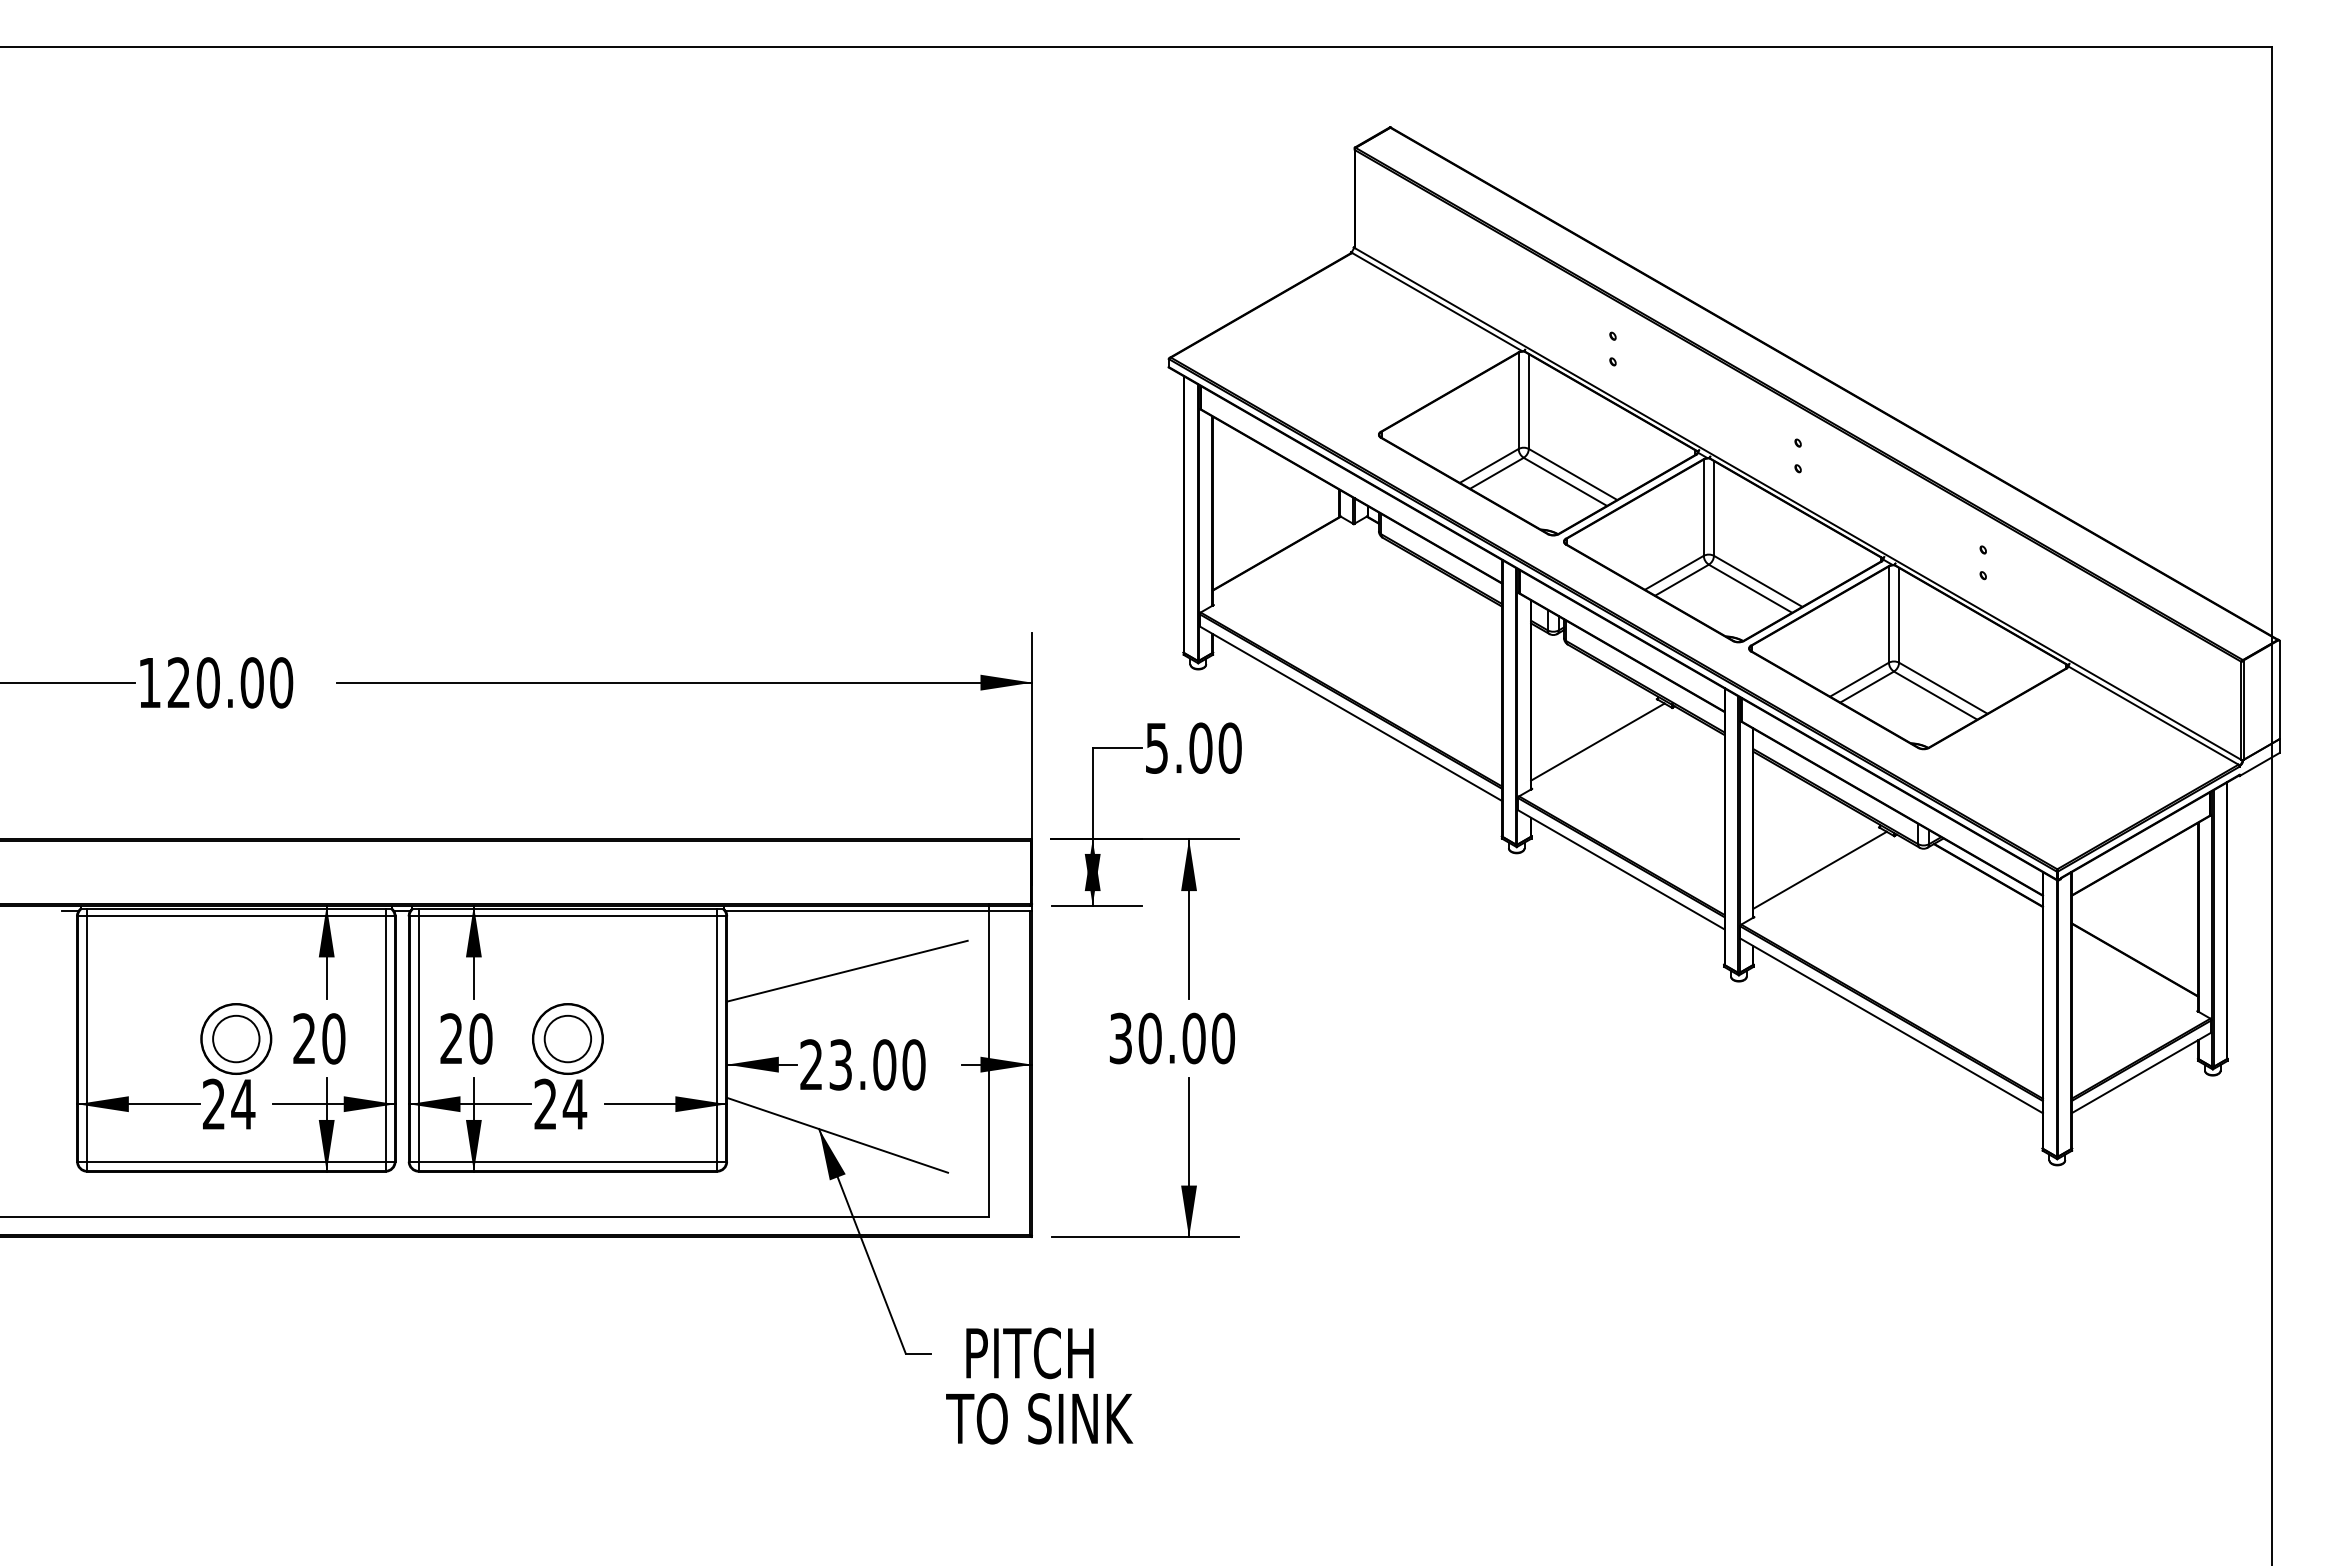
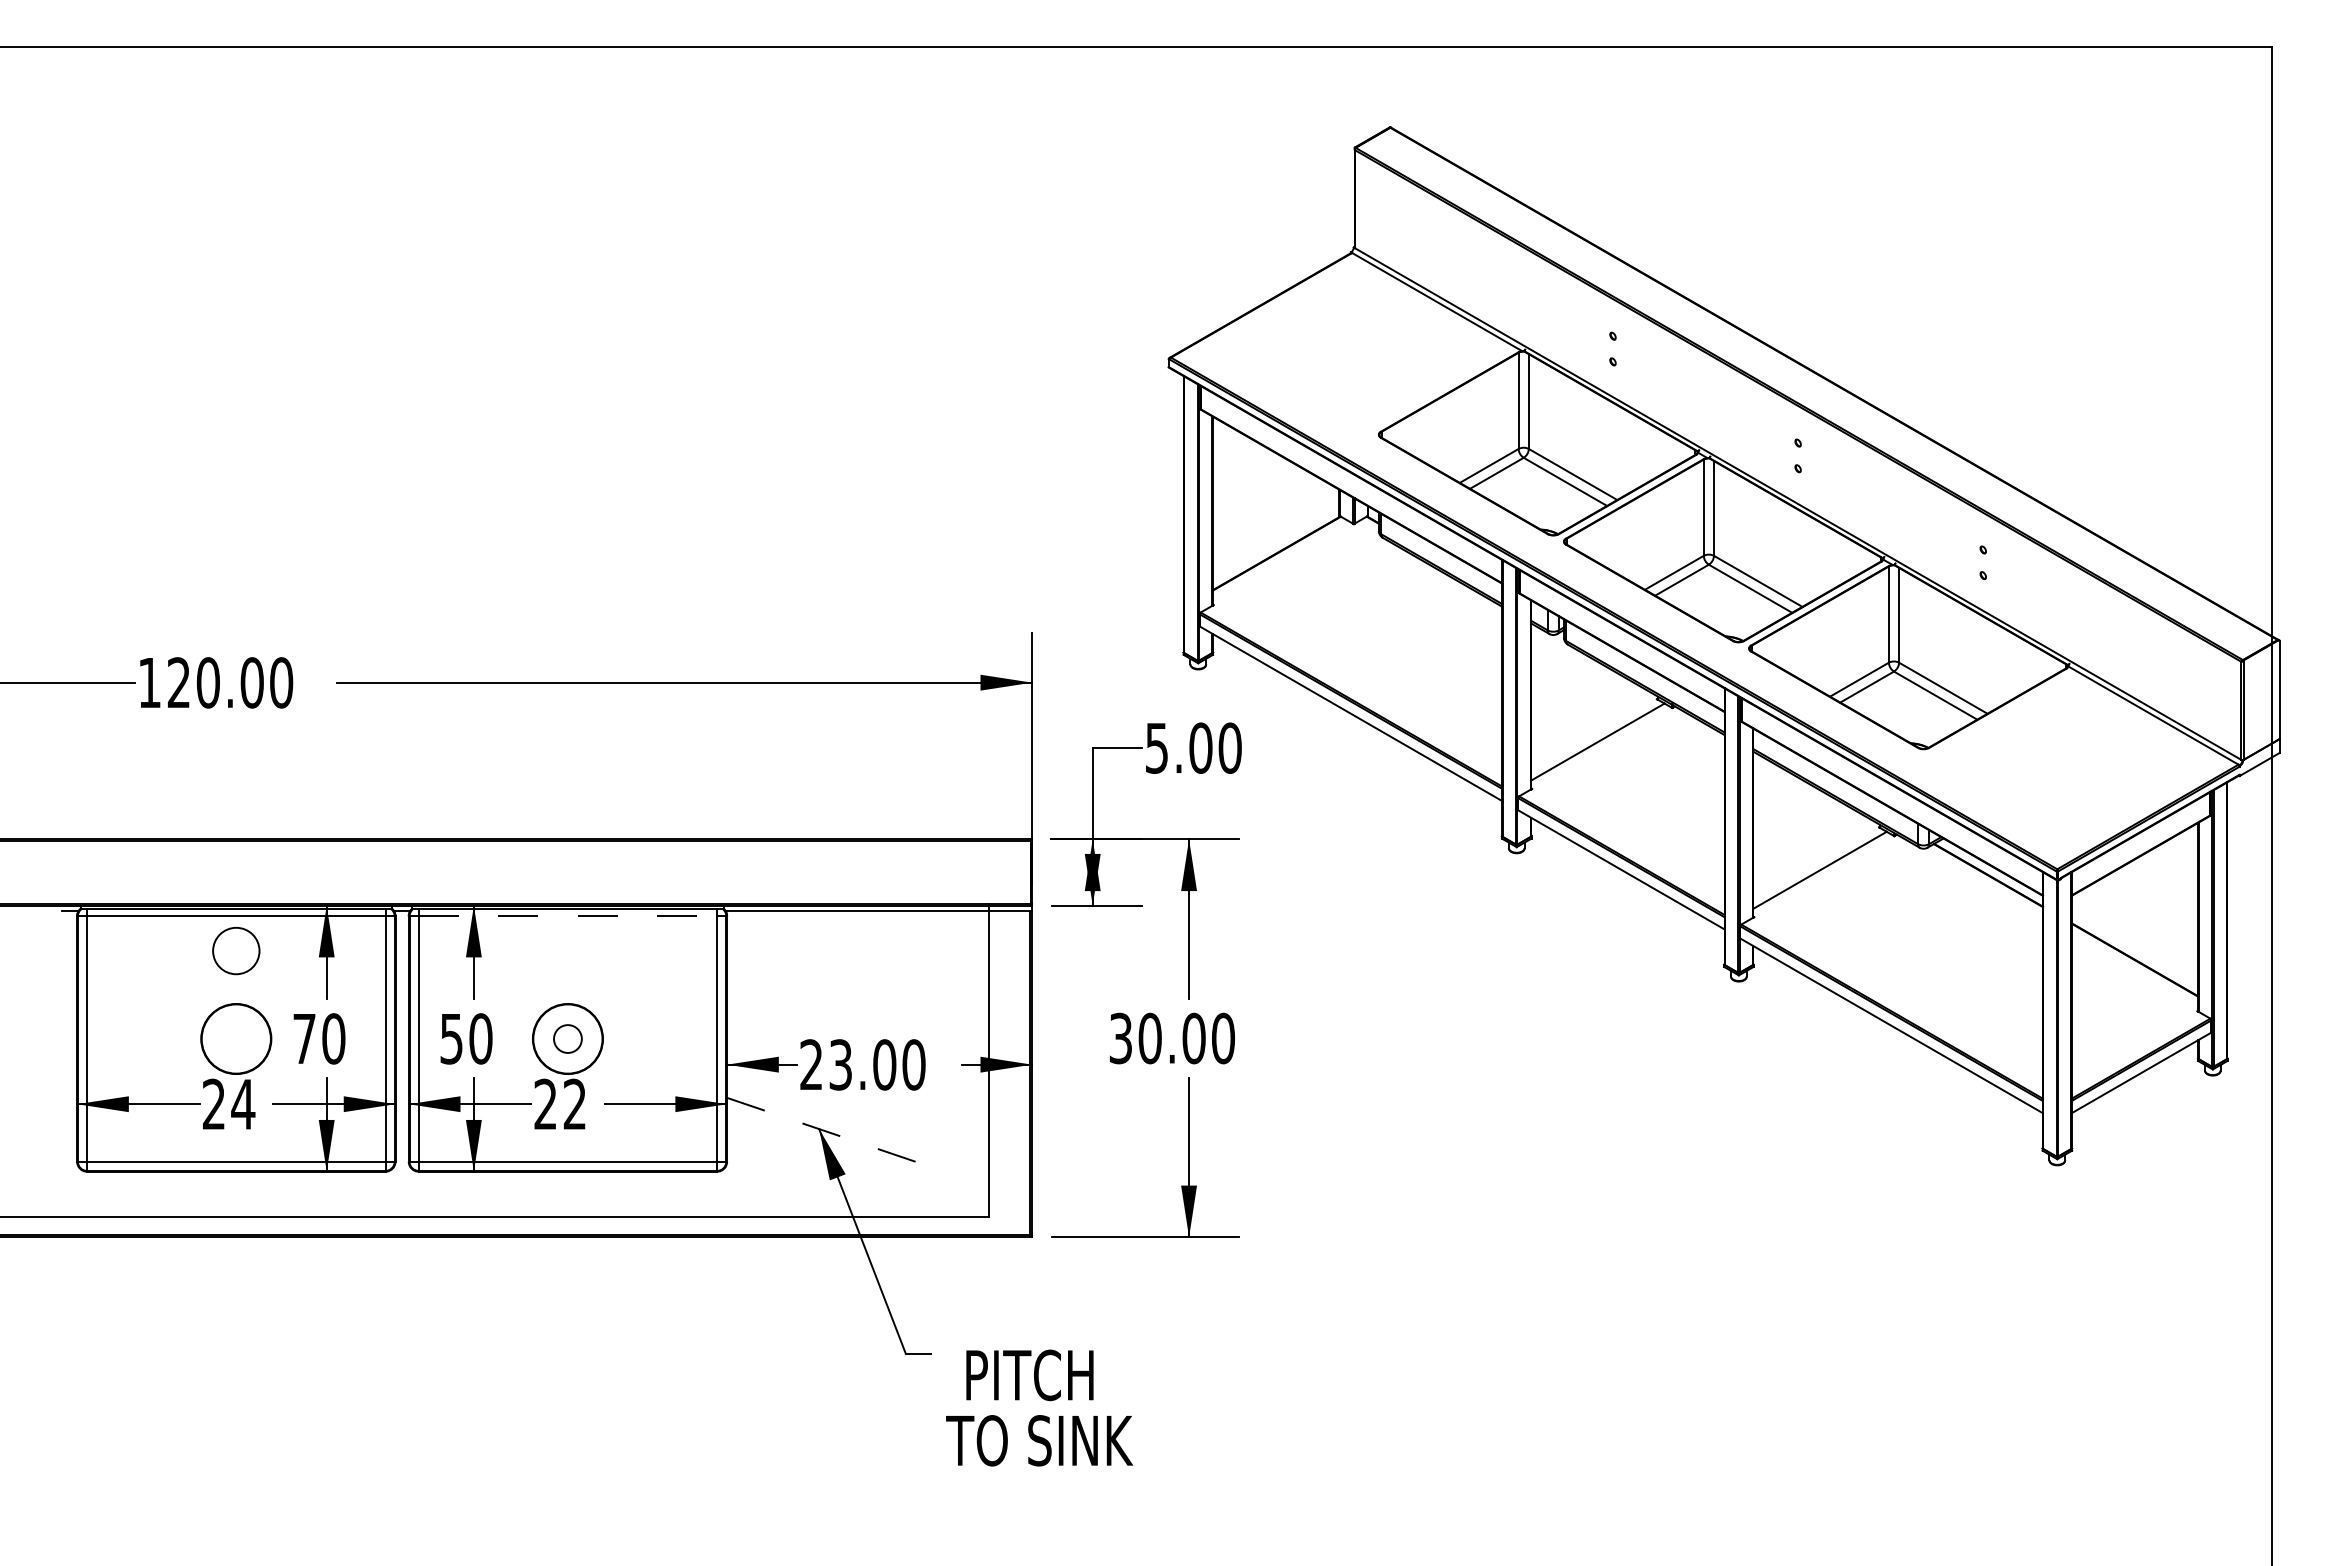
line at (568, 916): solid -> dashed
line at (847, 970): present -> none
circle at (236, 1038) position: (236, 1038) -> (236, 950)
text at (304, 1038): 20 -> 70
text at (451, 1038): 20 -> 50
circle at (567, 1038) diameter: 46 px -> 28 px
text at (574, 1103): 24 -> 22
line at (837, 1135): solid -> dashed
text at (1039, 1385) position: (1039, 1385) -> (1039, 1407)
